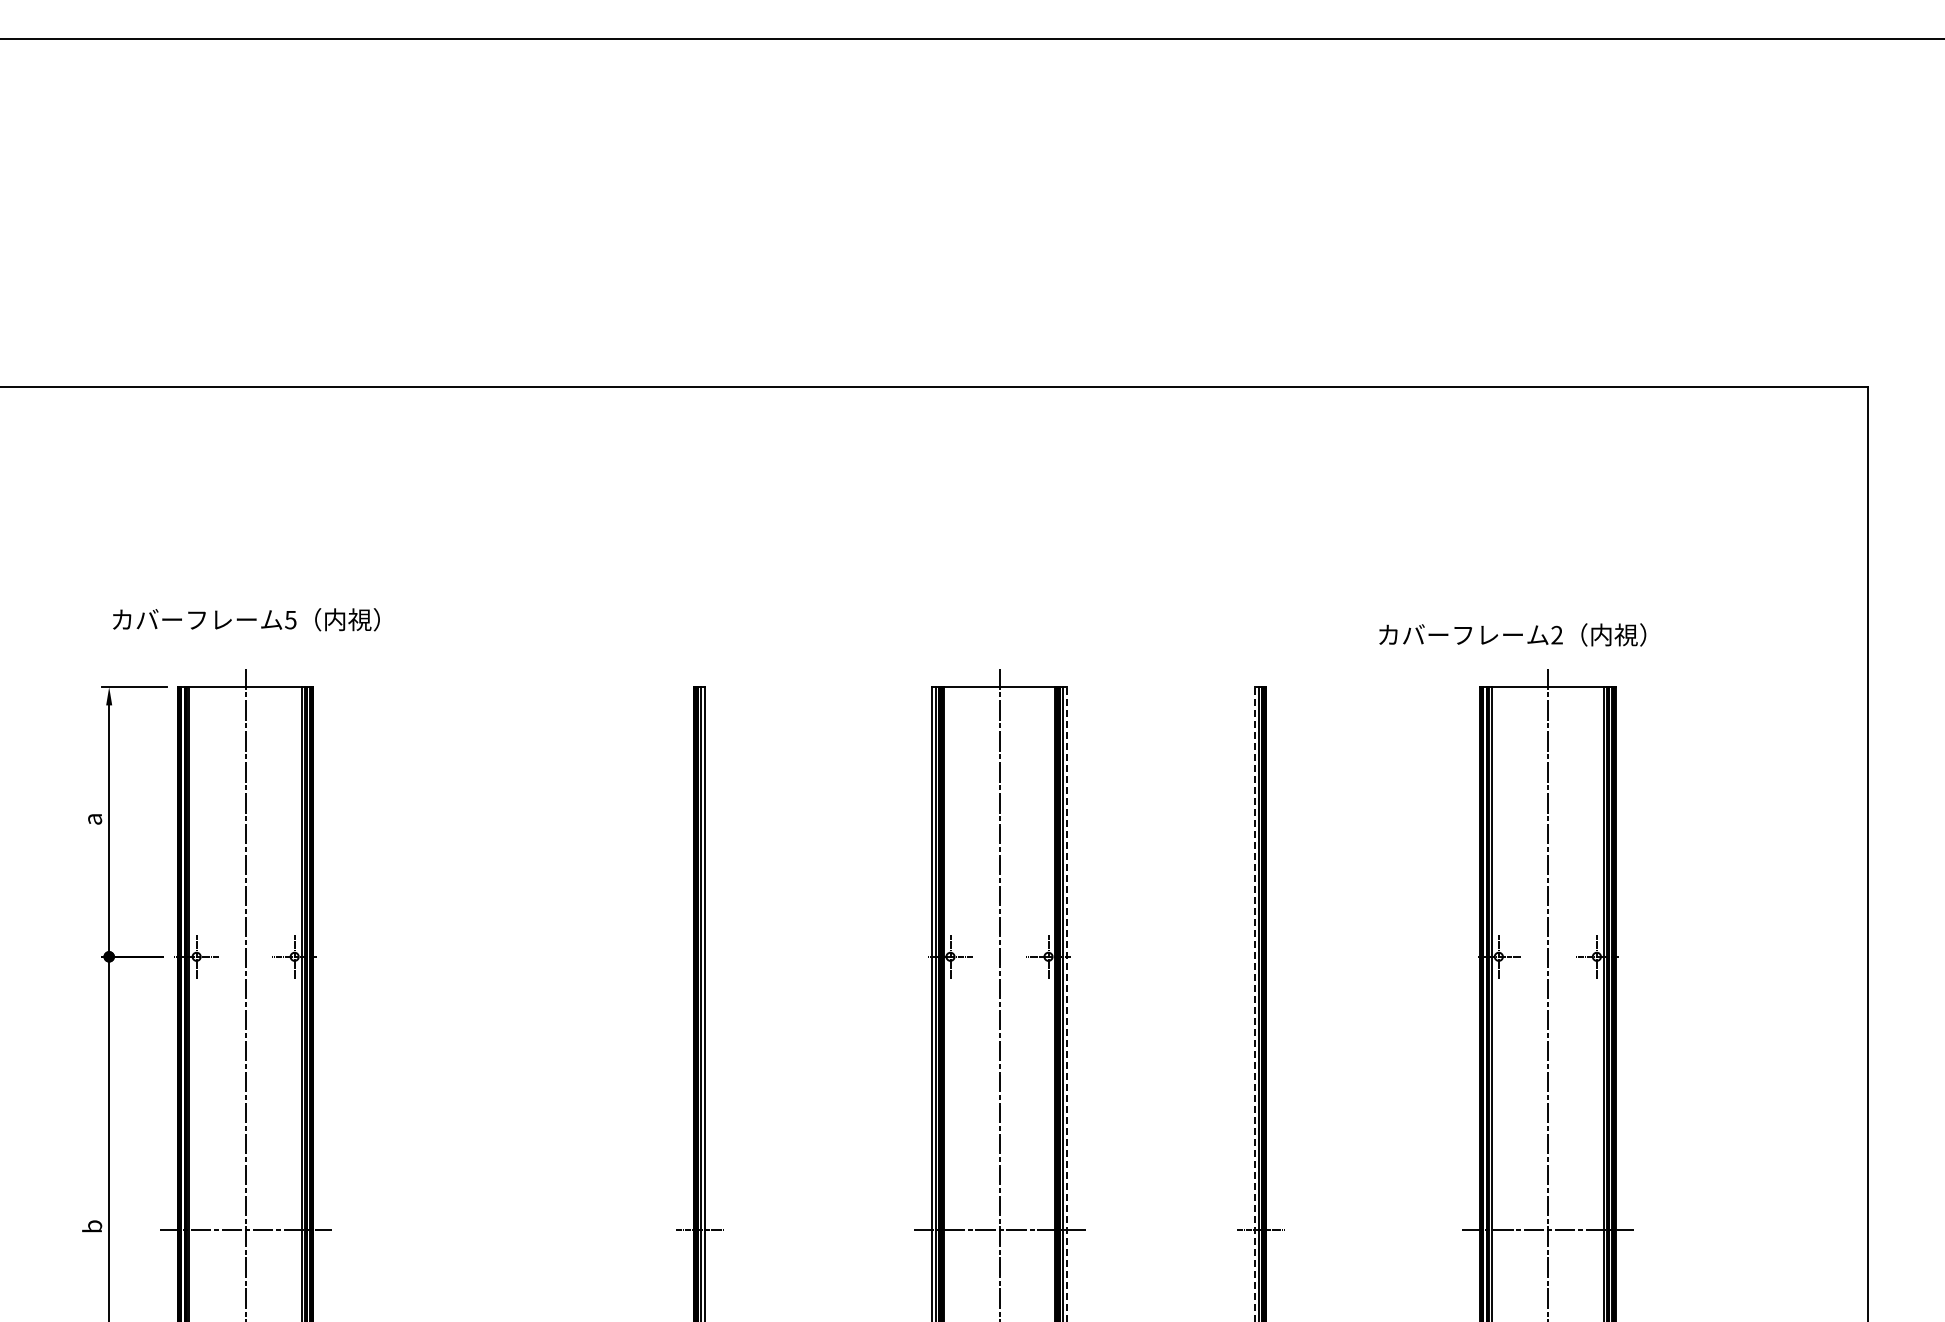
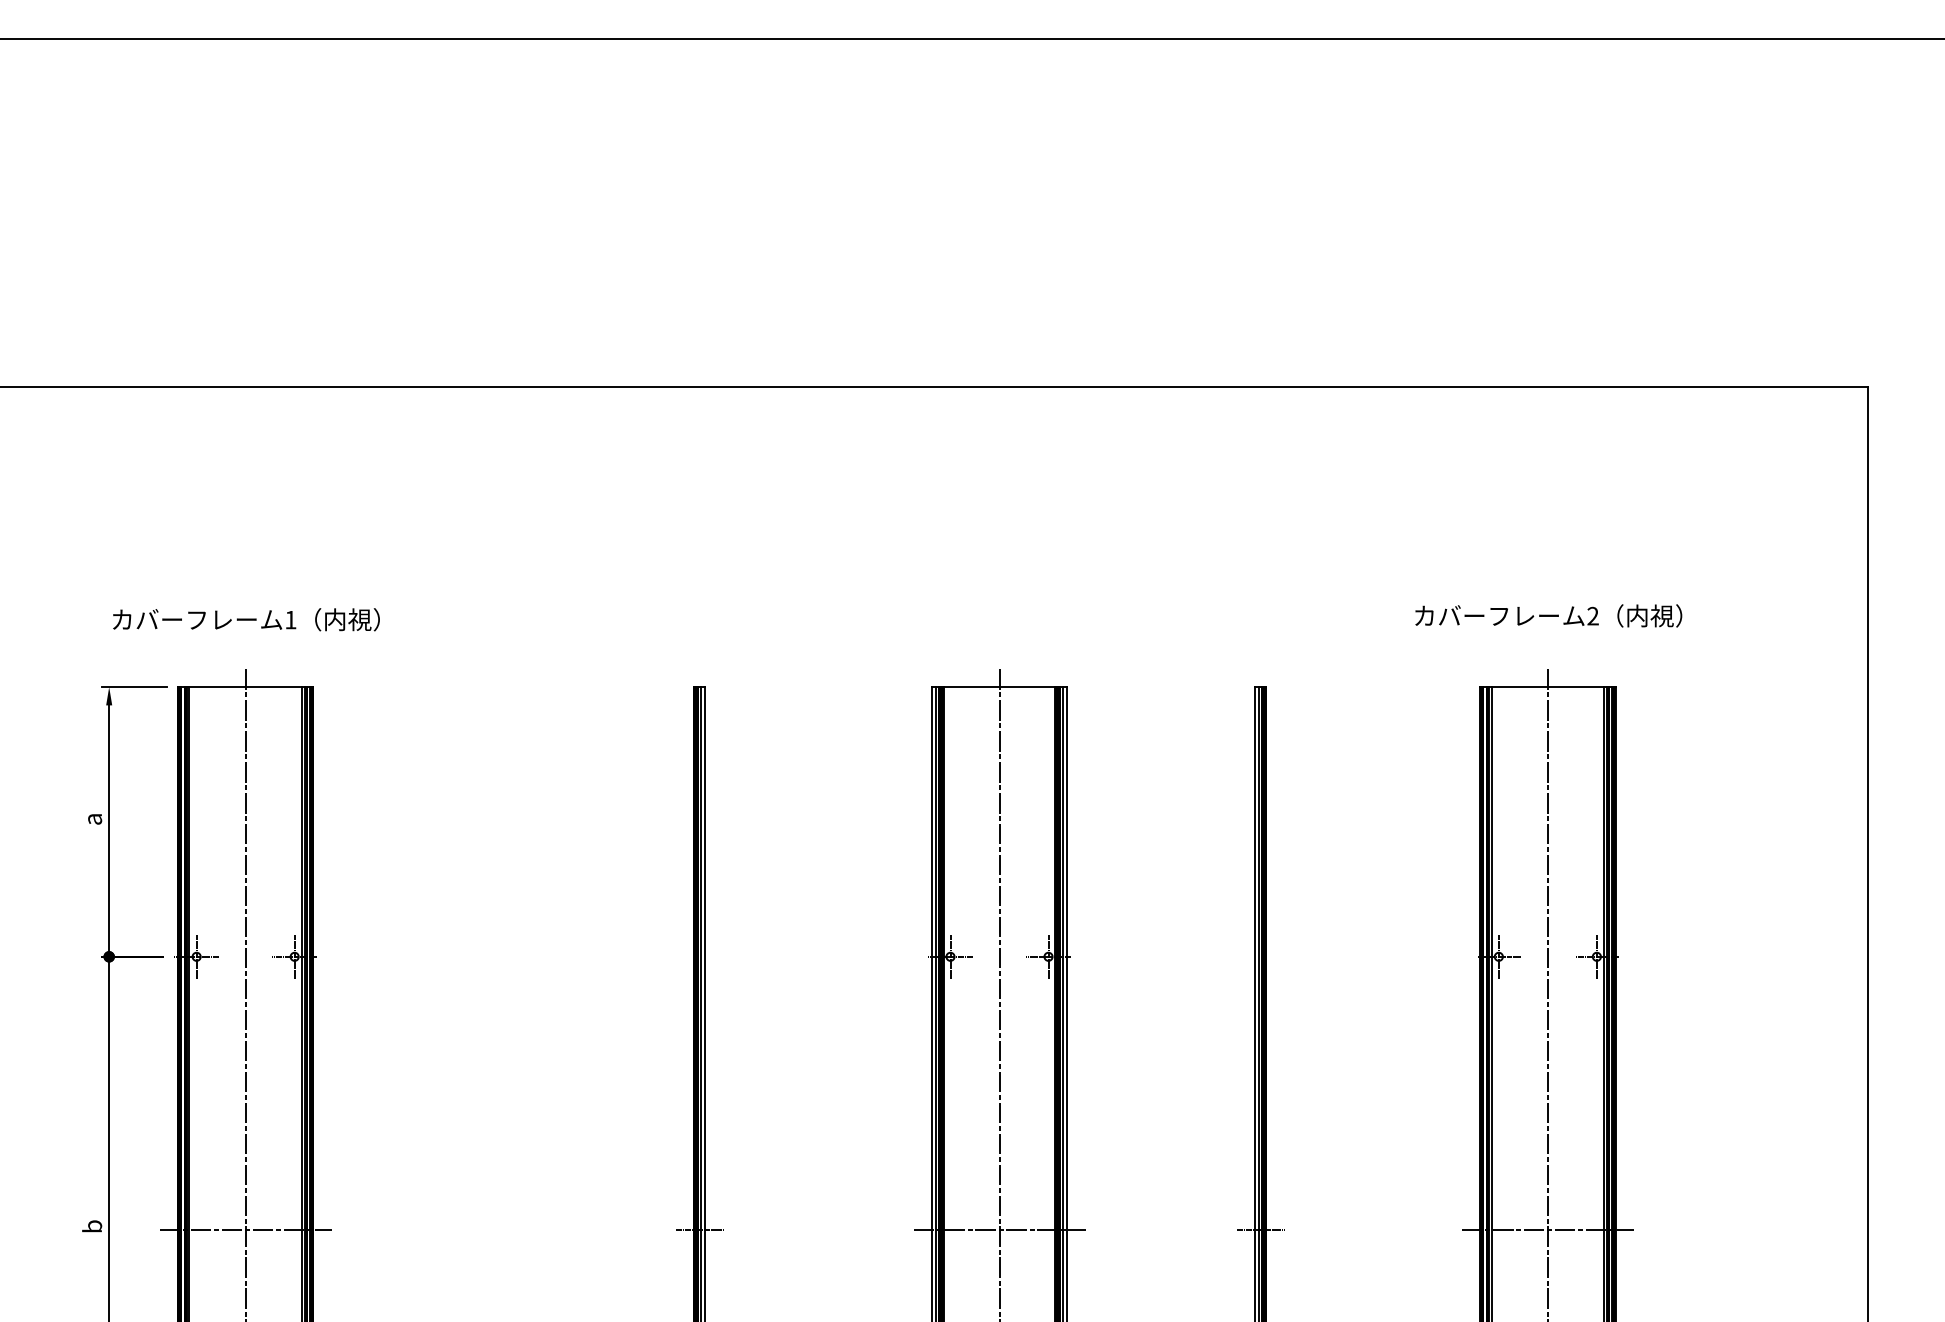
text at (290, 620): 5 -> 1
text at (1512, 634) position: (1512, 634) -> (1548, 615)
line at (1067, 1004): dashed -> solid
line at (1254, 1004): dashed -> solid
